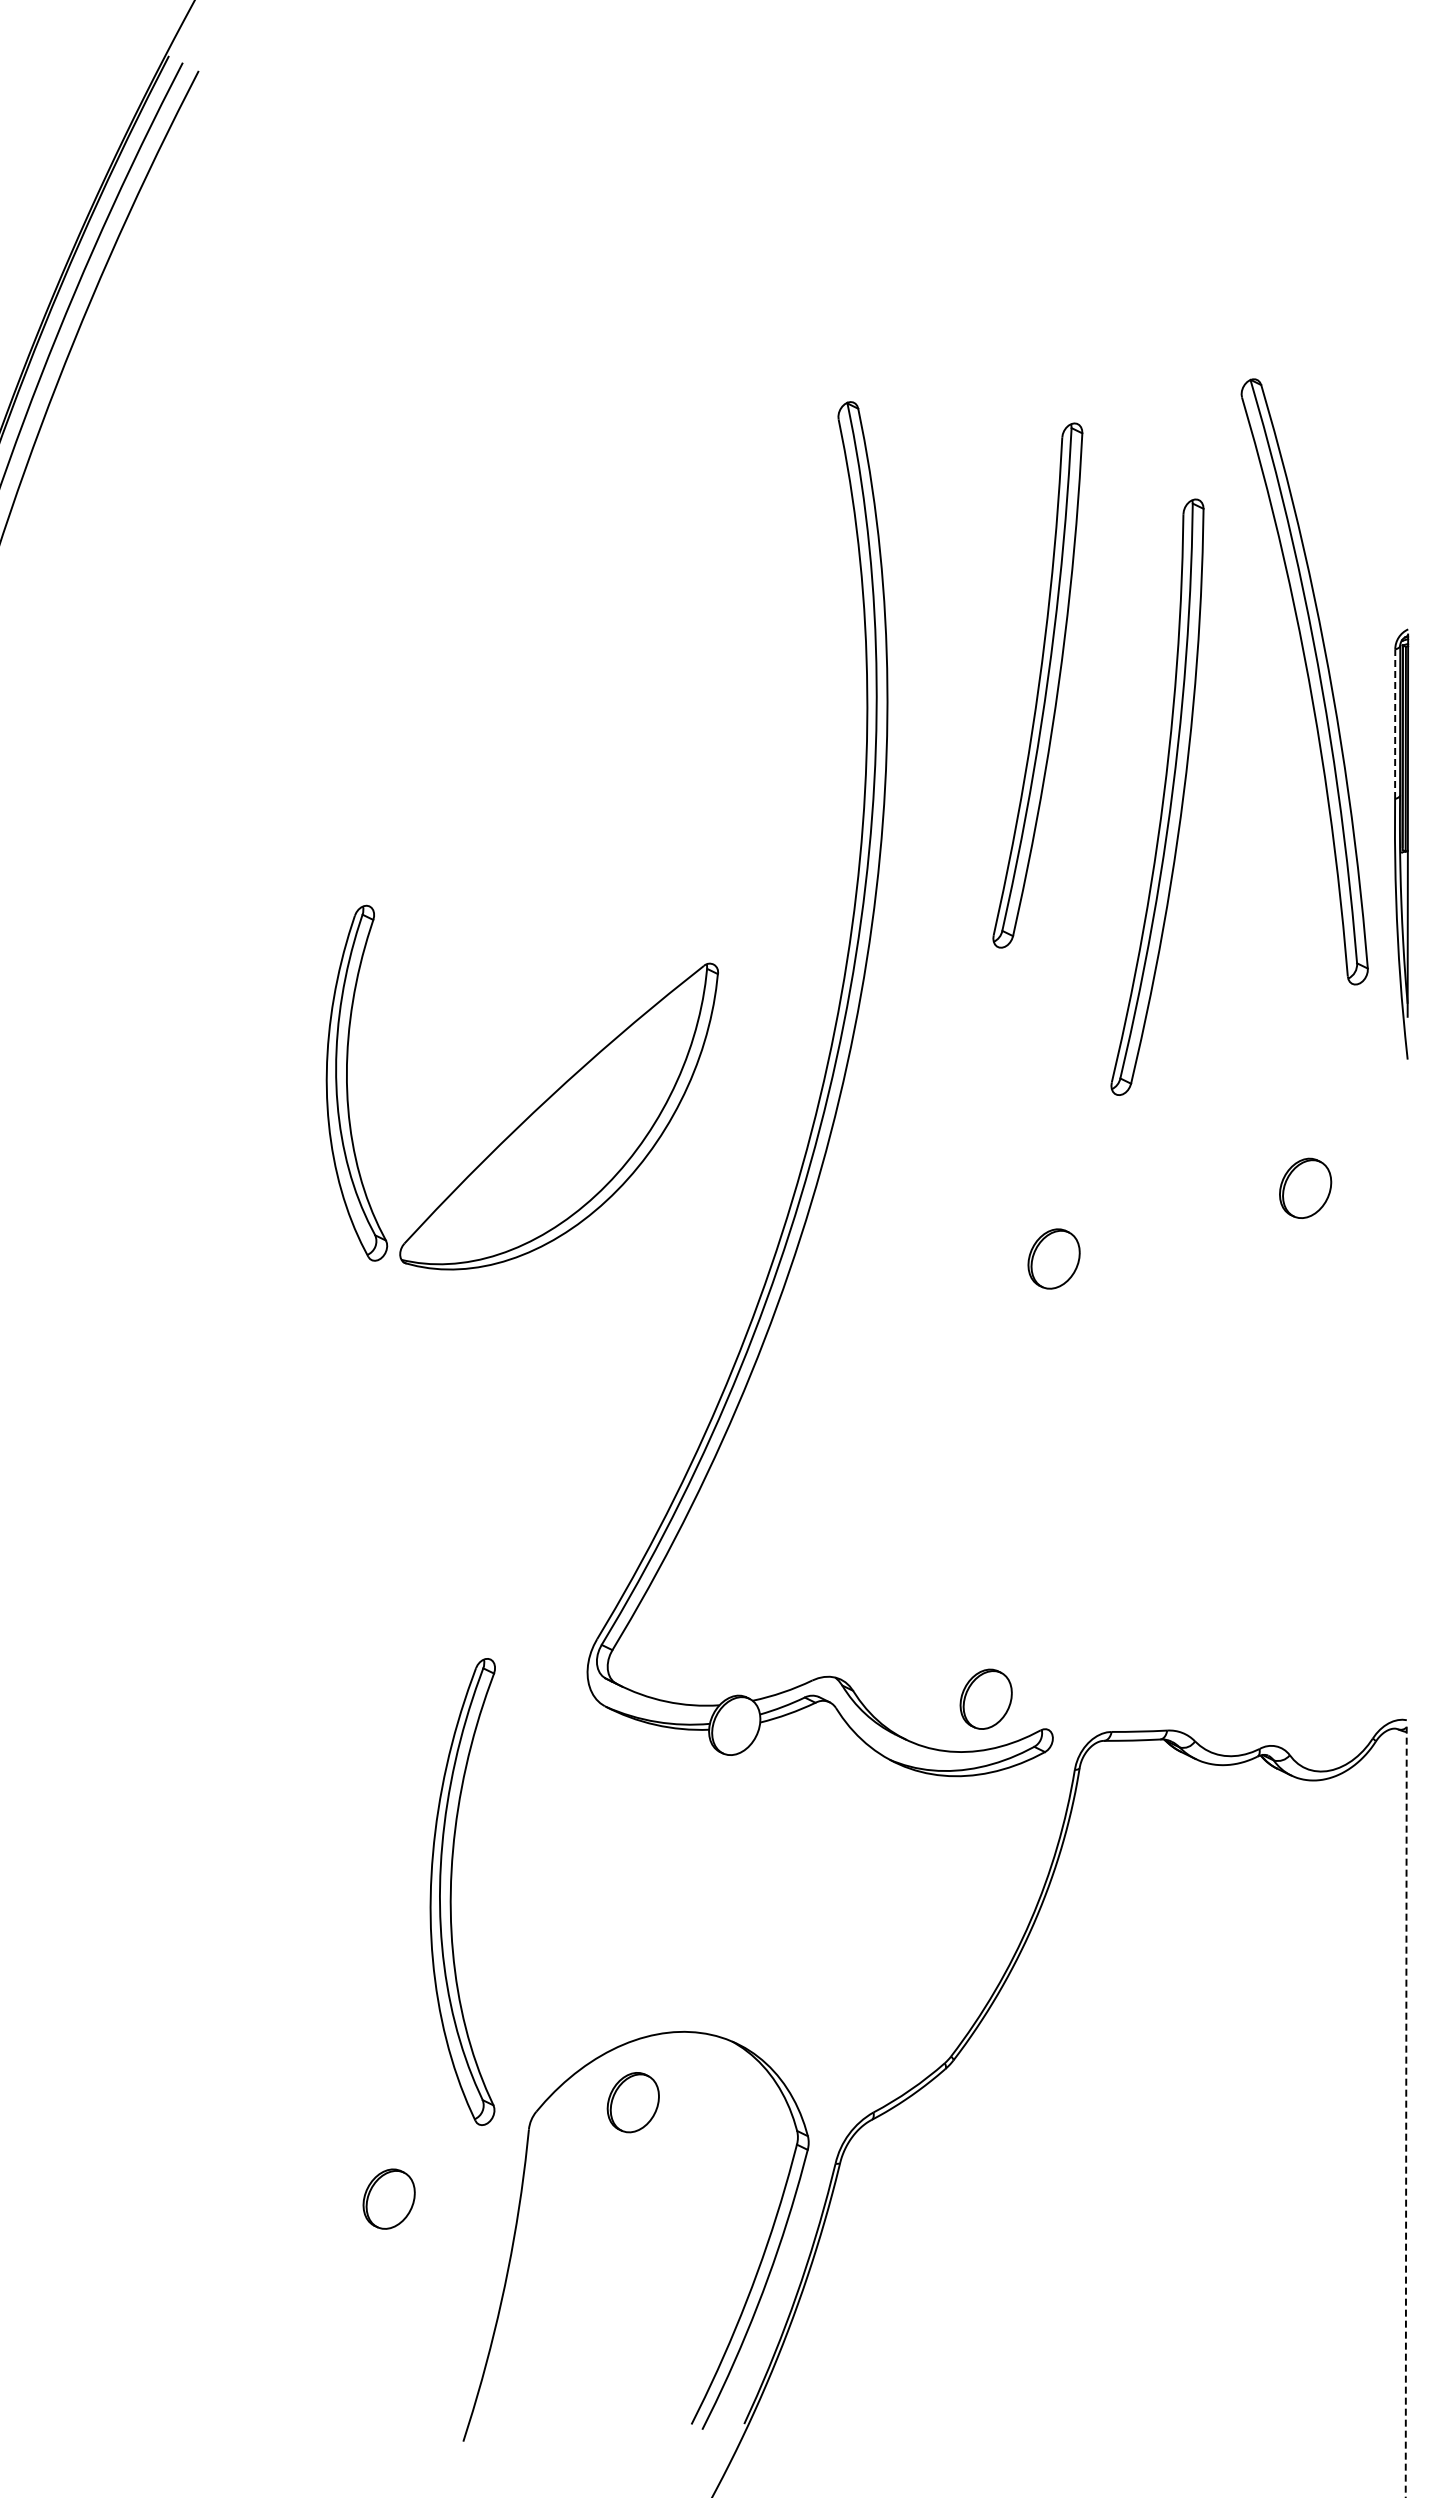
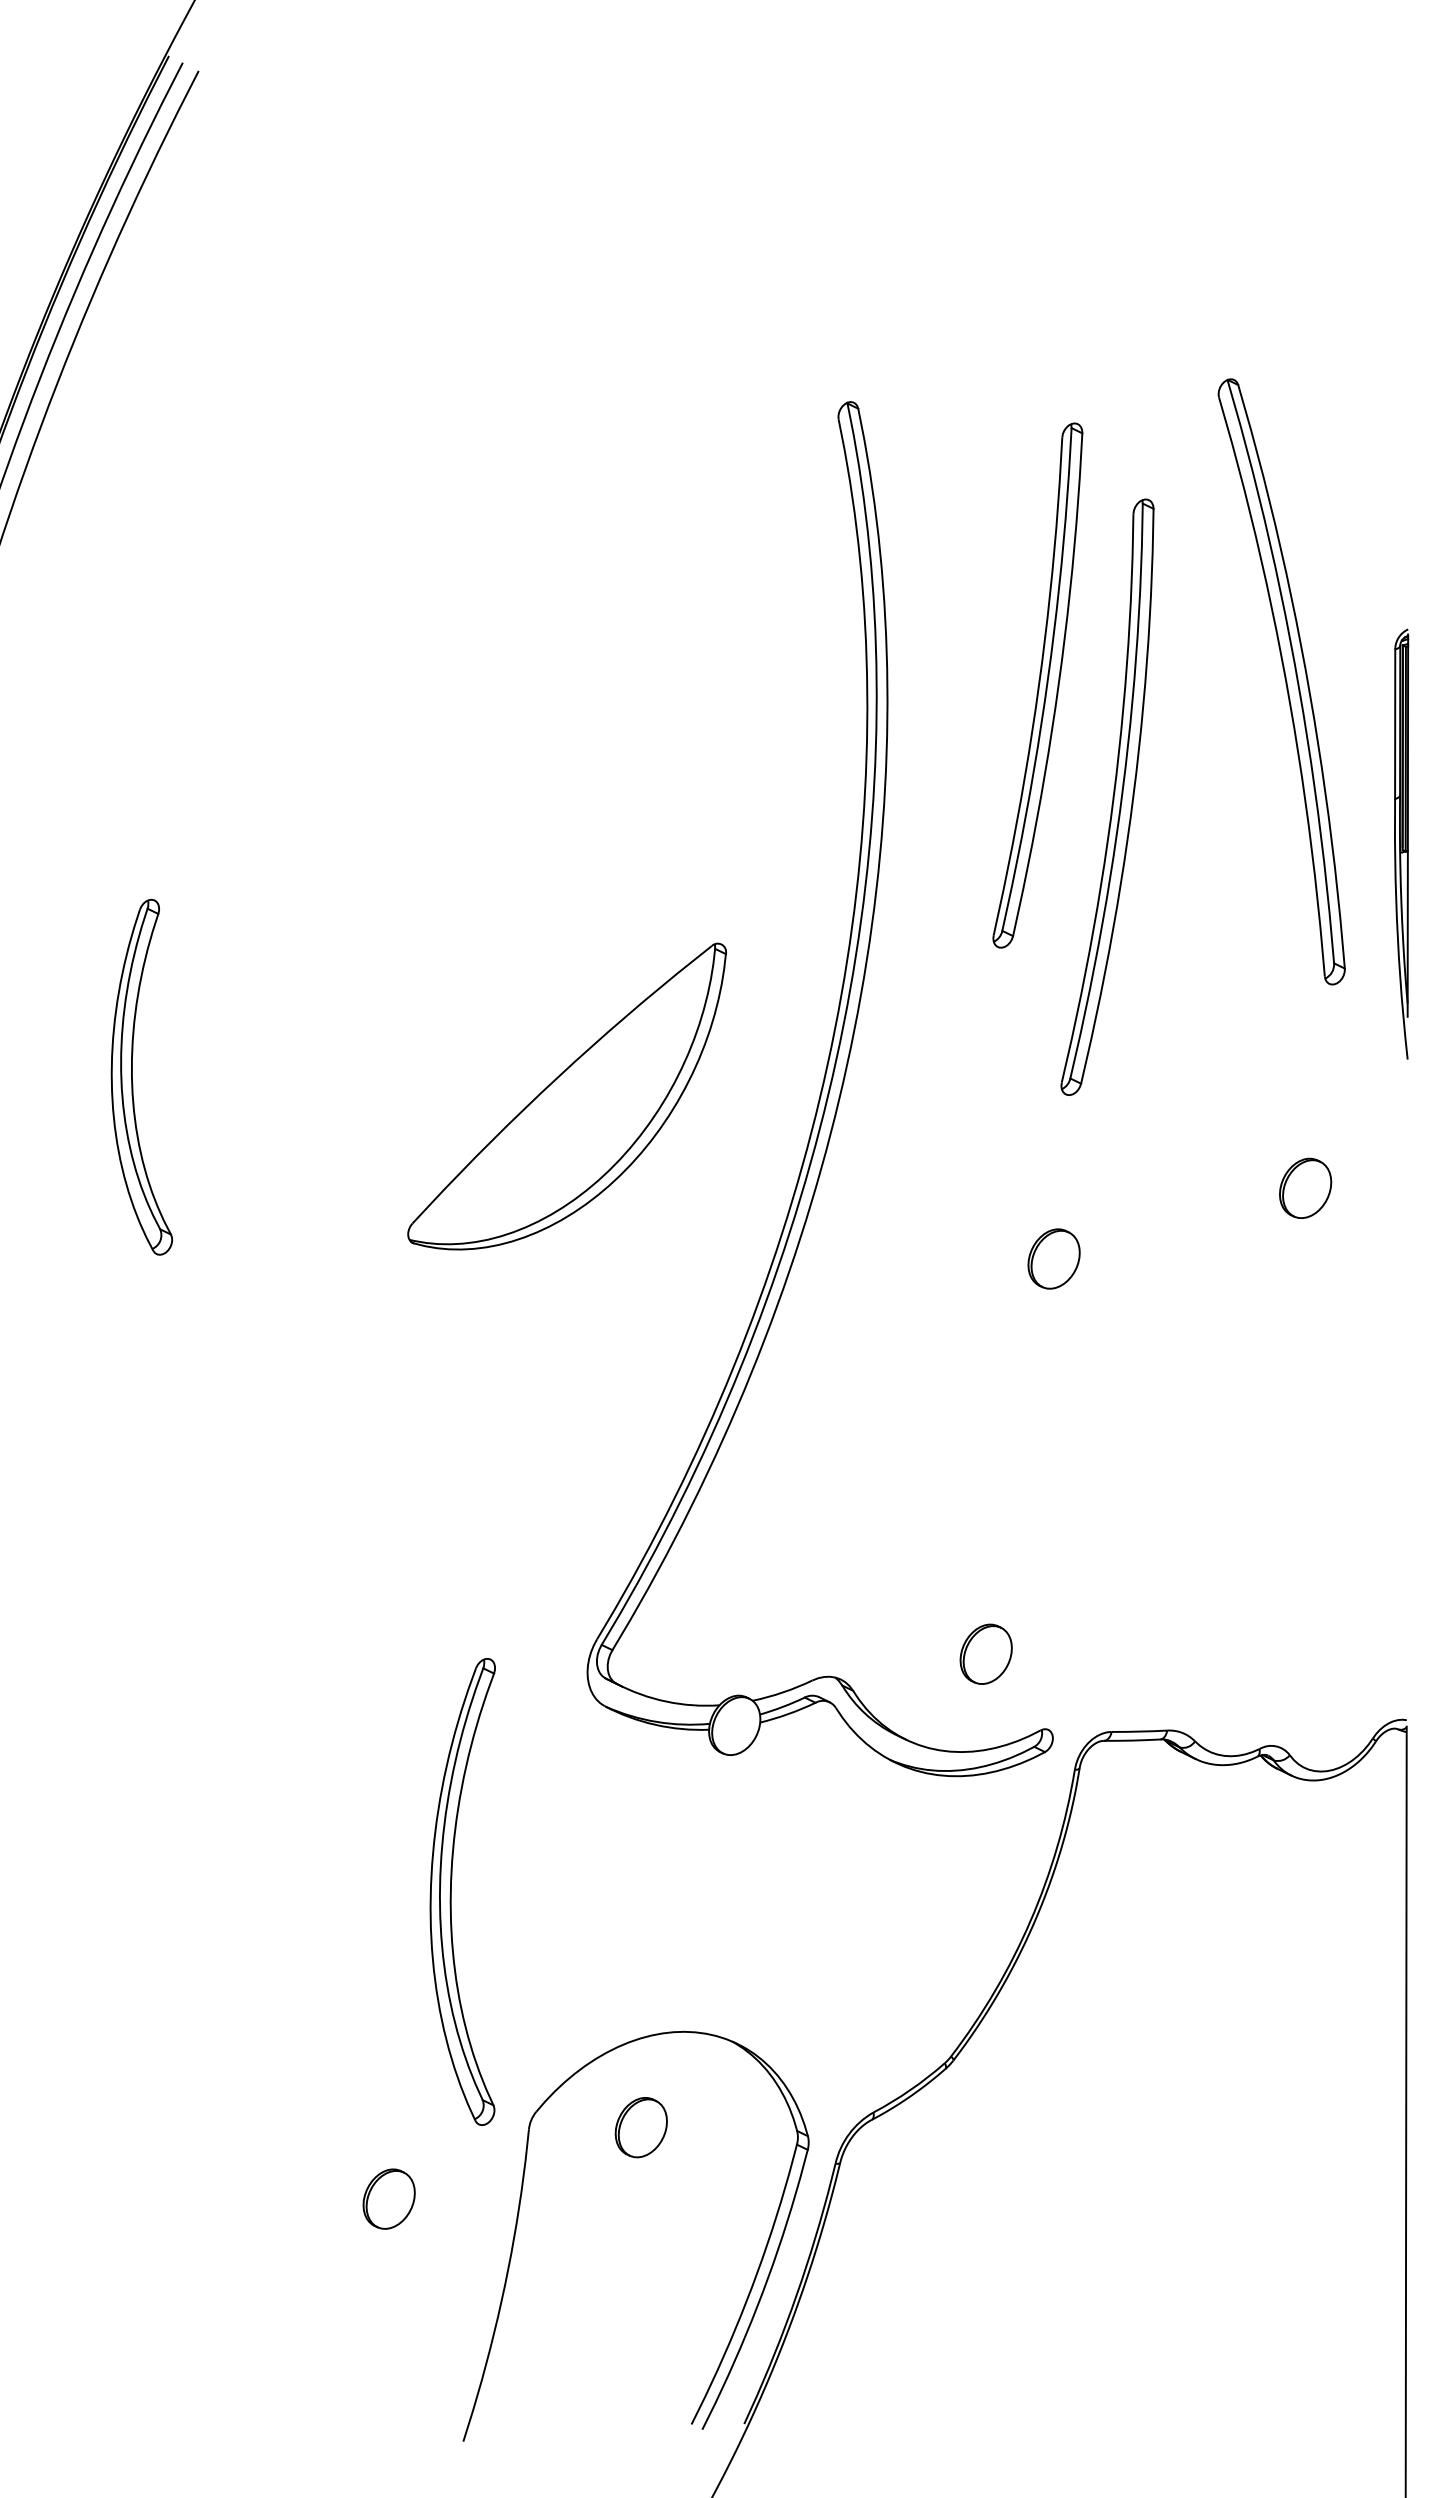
part at (1304, 681) position: (1304, 681) -> (1281, 681)
line at (1395, 724): dashed -> solid
part at (1157, 796) position: (1157, 796) -> (1107, 796)
part at (347, 1082) position: (347, 1082) -> (132, 1076)
part at (558, 1116) position: (558, 1116) -> (566, 1096)
part at (985, 1698) position: (985, 1698) -> (985, 1653)
part at (632, 2102) position: (632, 2102) -> (640, 2127)
line at (1406, 2112): dashed -> solid
